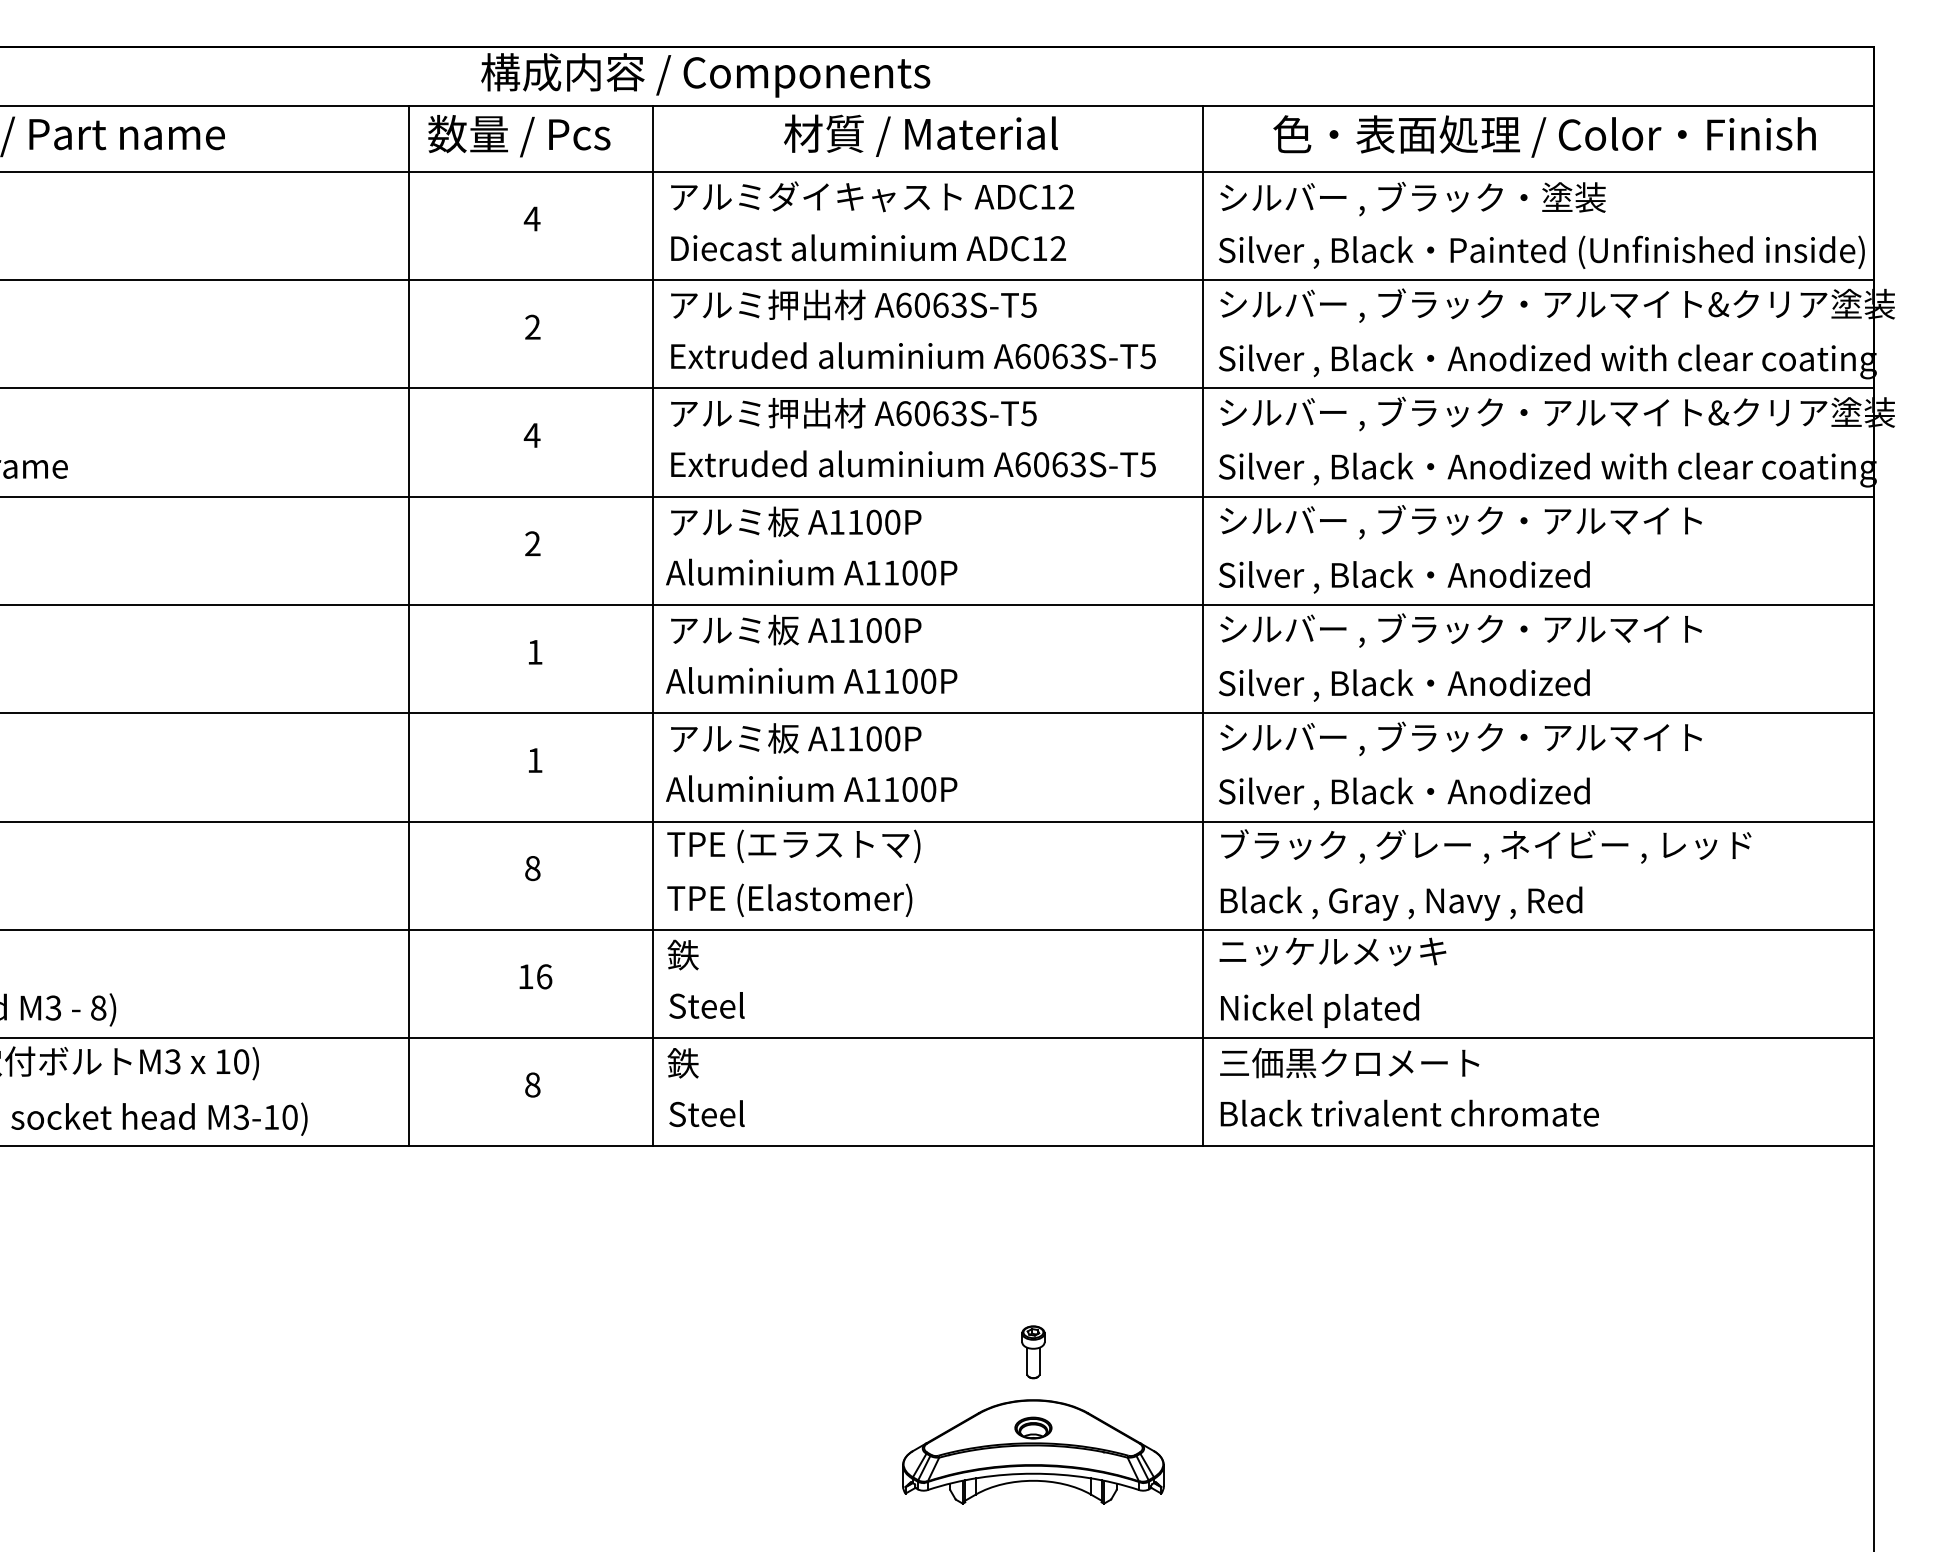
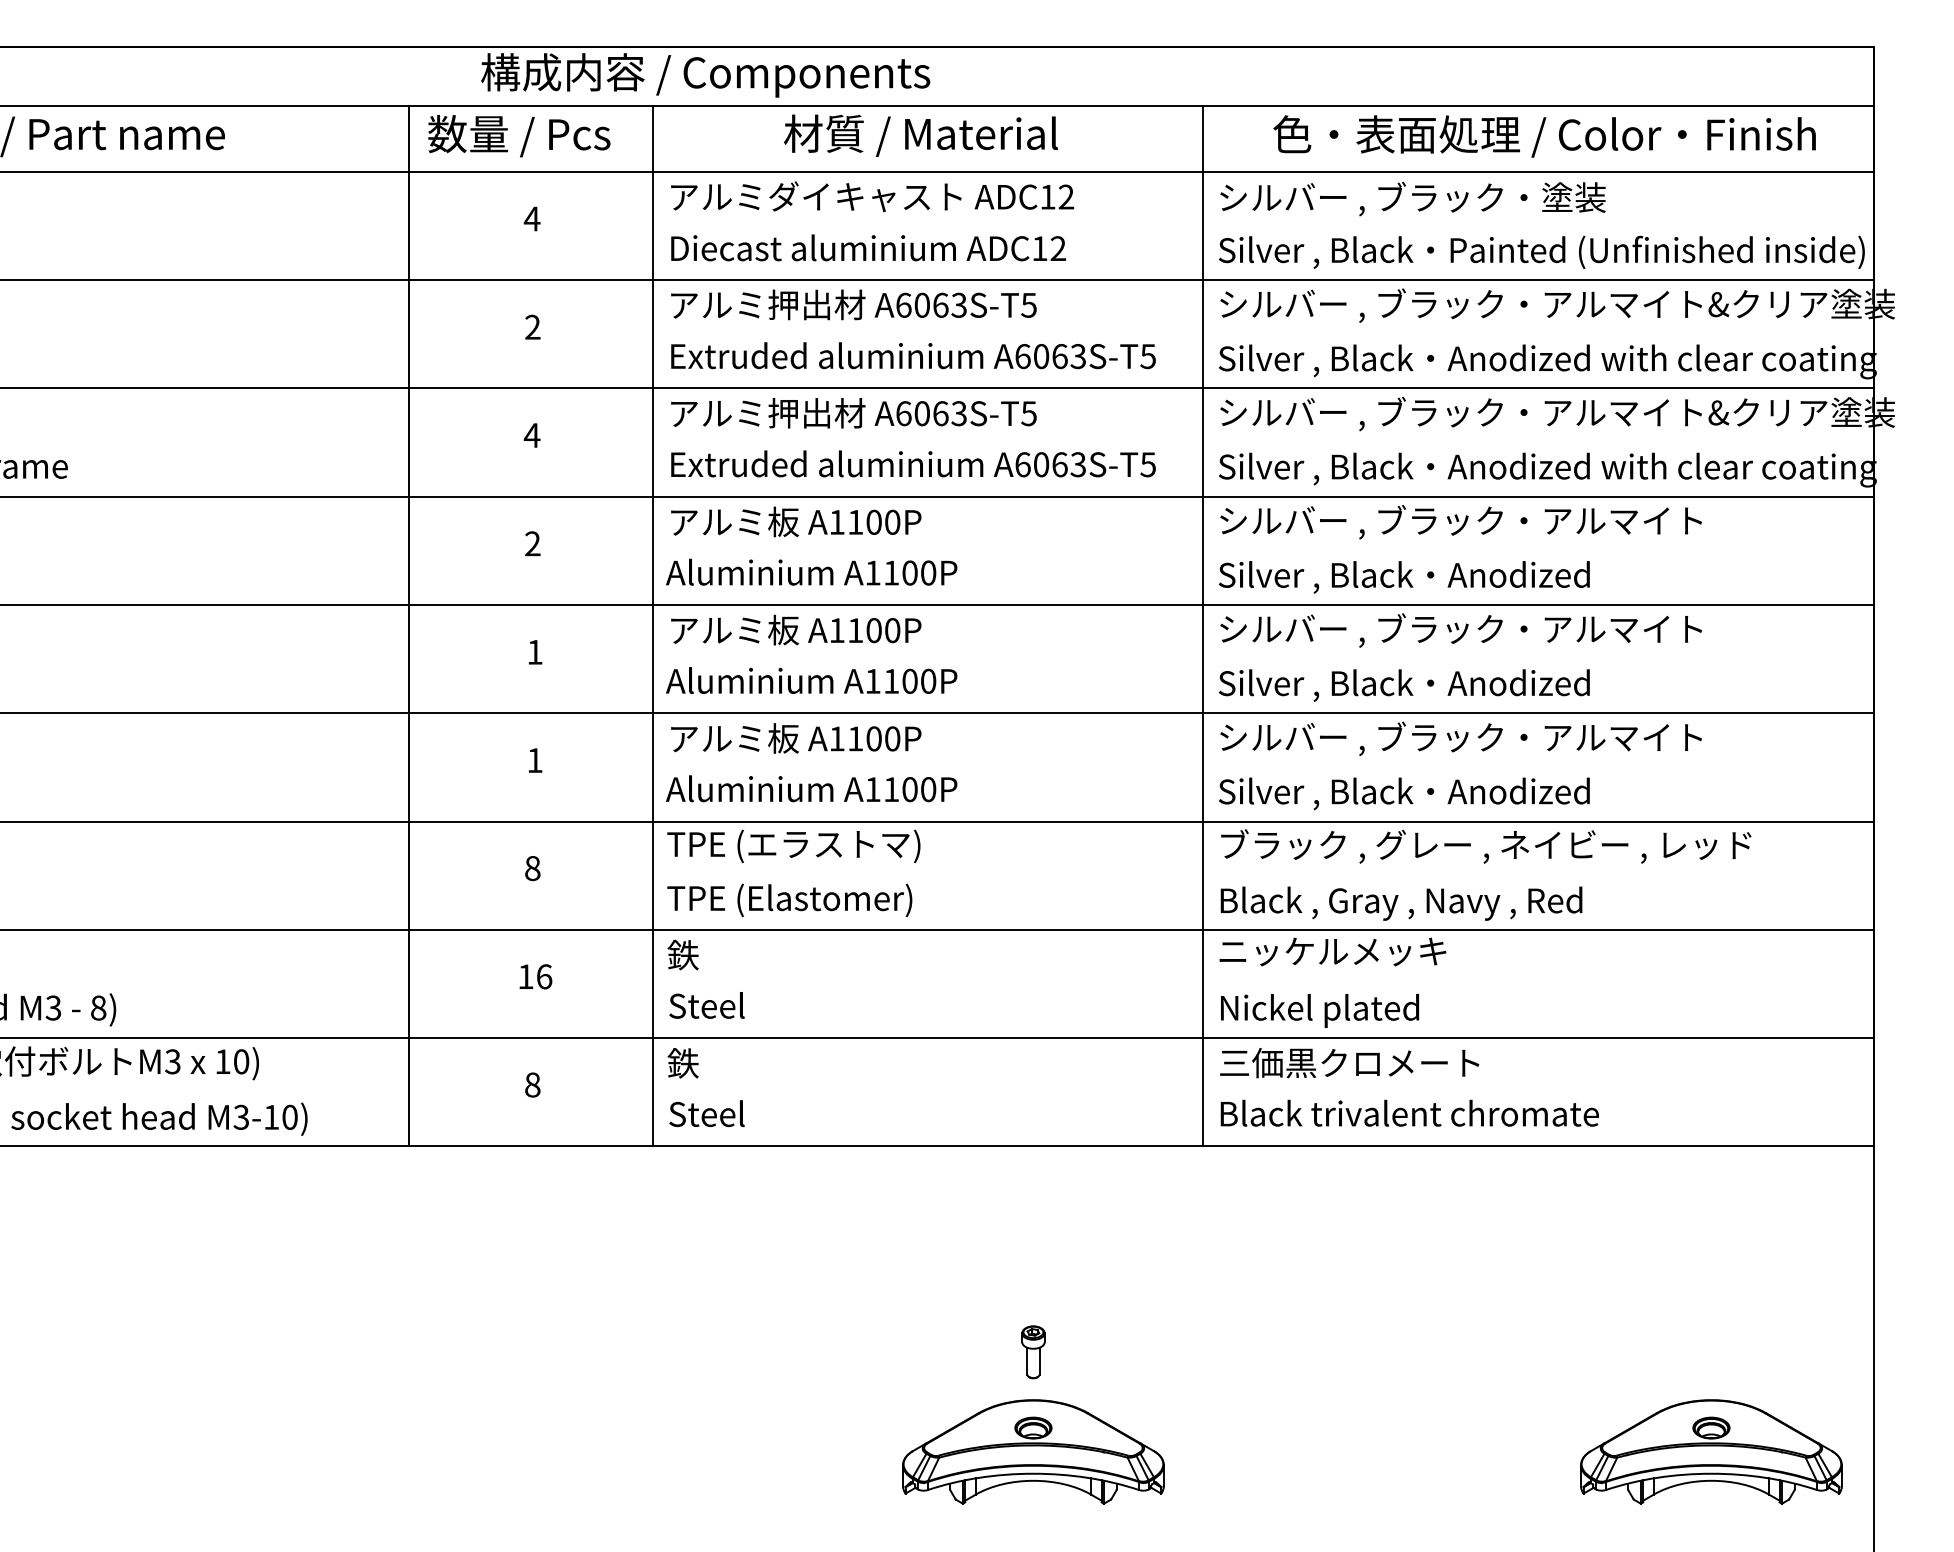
part at (1711, 1451): none -> present
